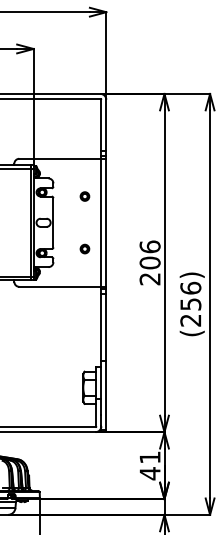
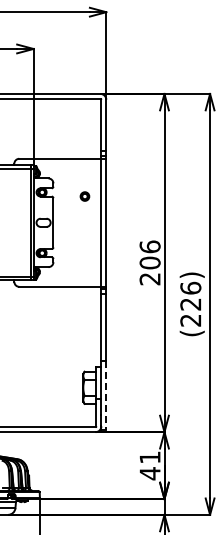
part at (84, 248): present -> none
text at (190, 304): (256) -> (226)
line at (106, 395): solid -> dashed
